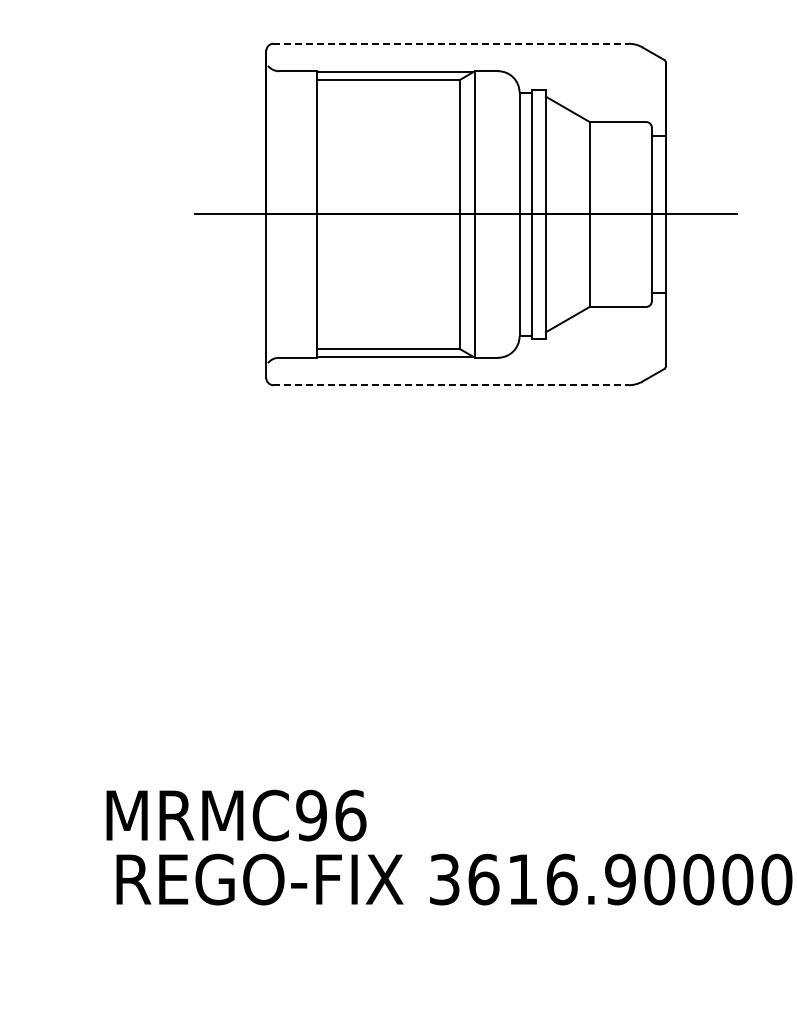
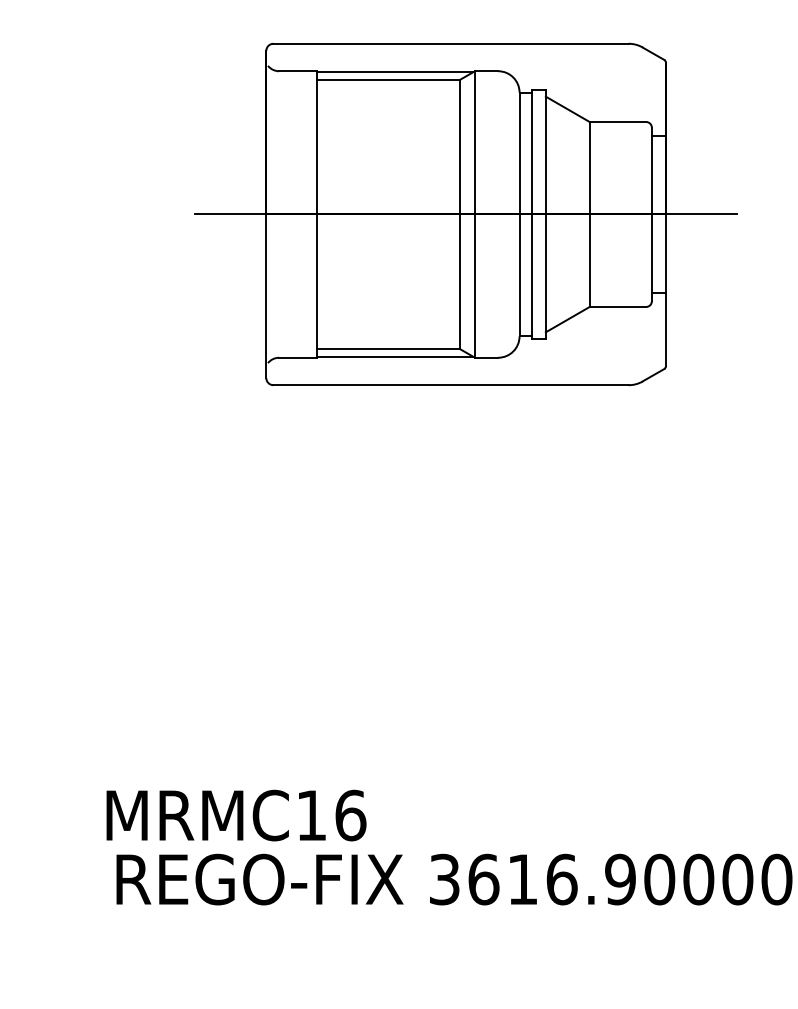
line at (451, 43): dashed -> solid
line at (451, 385): dashed -> solid
text at (311, 815): MRMC96 -> MRMC16
